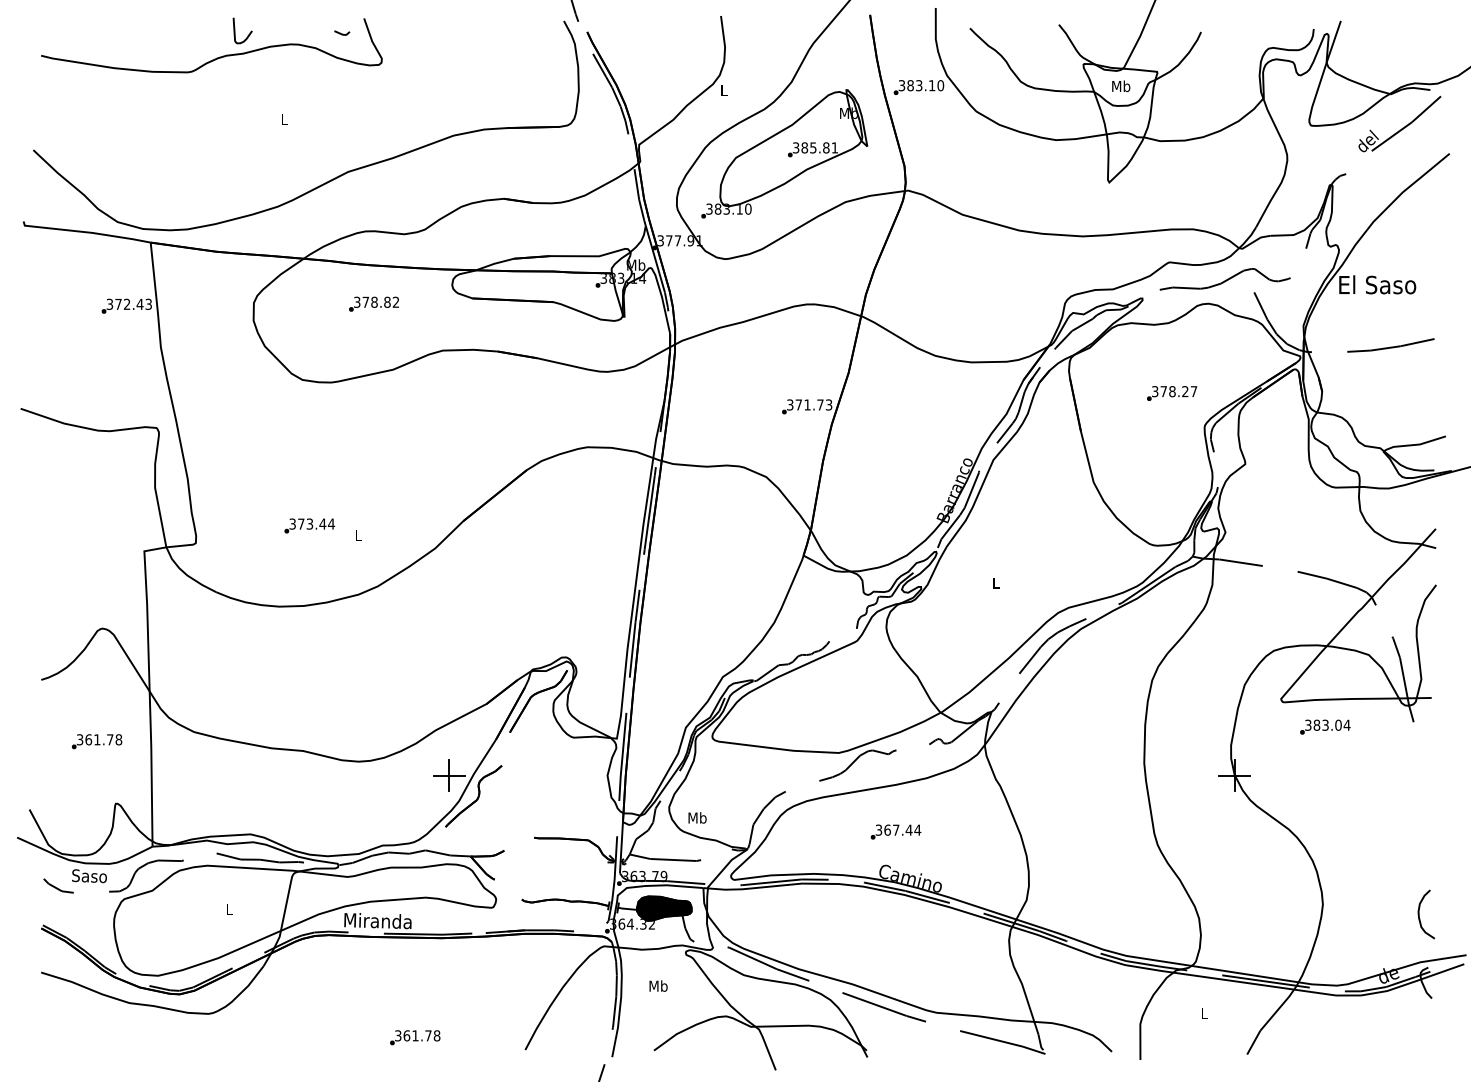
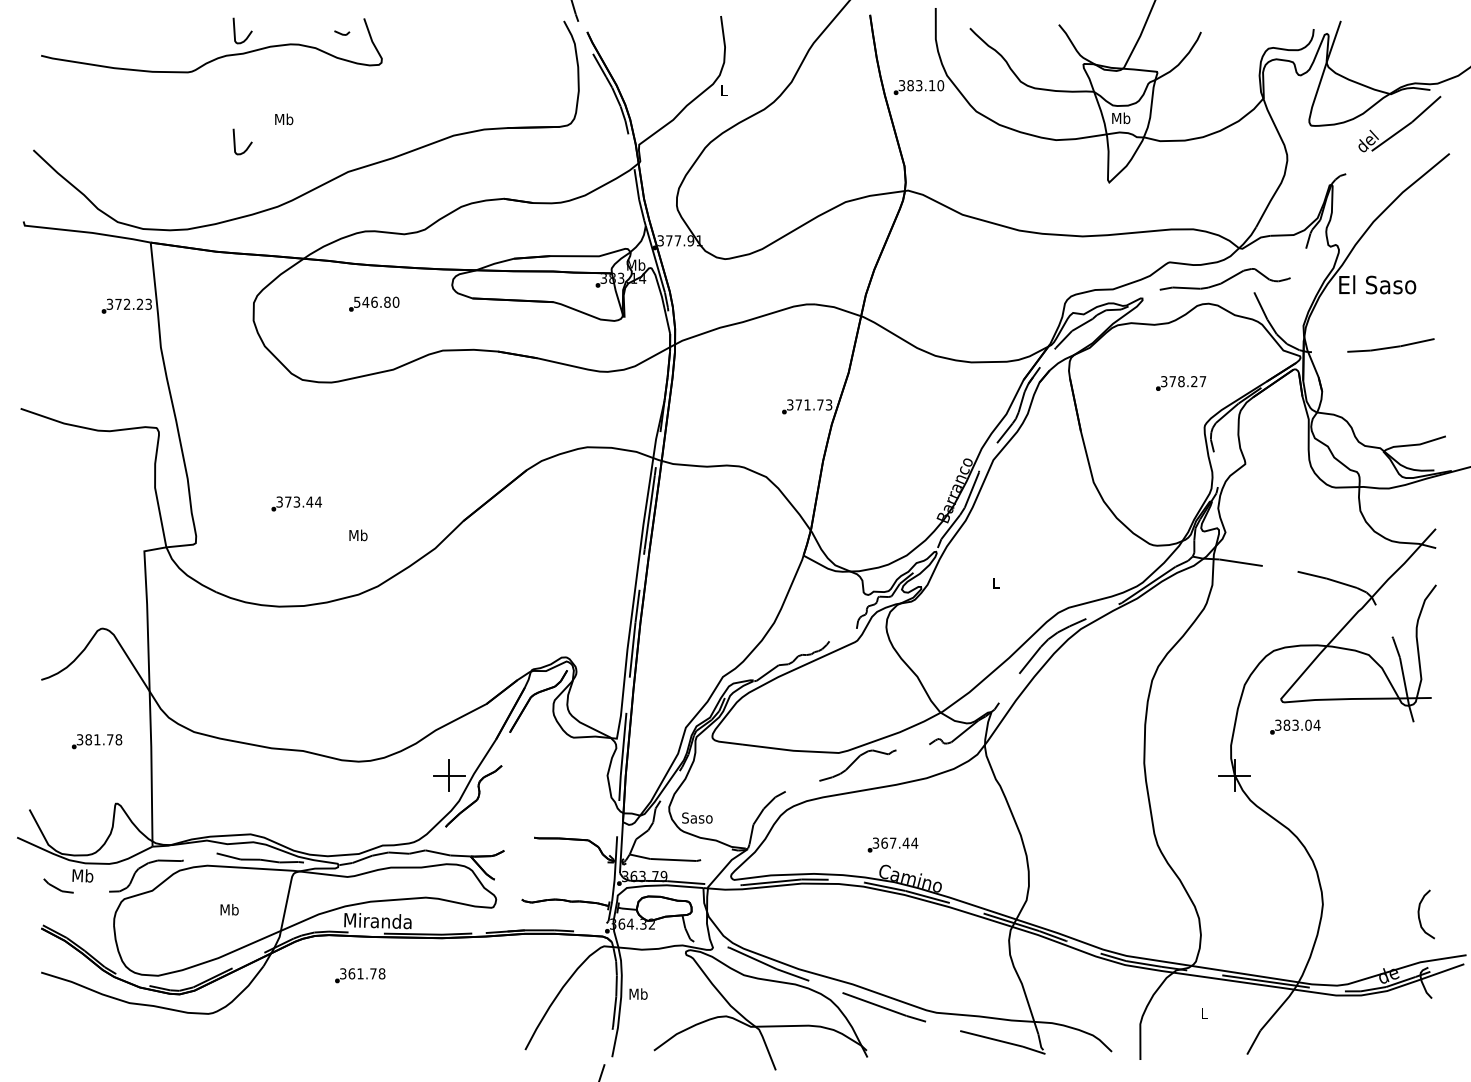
text at (1121, 86) position: (1121, 86) -> (1121, 118)
text at (284, 119): L -> Mb
curve at (235, 141): none -> present
part at (784, 153): present -> none
text at (376, 301): 378.82 -> 546.80
text at (139, 303): 372.43 -> 372.23
text at (1172, 393) position: (1172, 393) -> (1181, 383)
text at (309, 525) position: (309, 525) -> (296, 503)
text at (358, 535): L -> Mb
text at (1325, 726) position: (1325, 726) -> (1295, 726)
text at (88, 739): 361.78 -> 381.78
text at (697, 817): Mb -> Saso
text at (895, 831) position: (895, 831) -> (892, 844)
text at (89, 876): Saso -> Mb
fill at (663, 908): present -> none
text at (229, 909): L -> Mb
text at (658, 985) position: (658, 985) -> (638, 993)
text at (415, 1037) position: (415, 1037) -> (360, 975)
